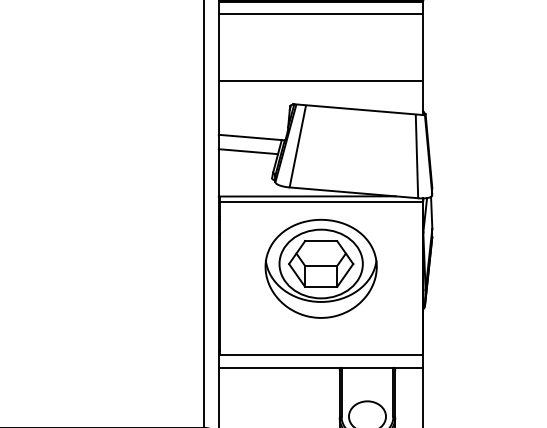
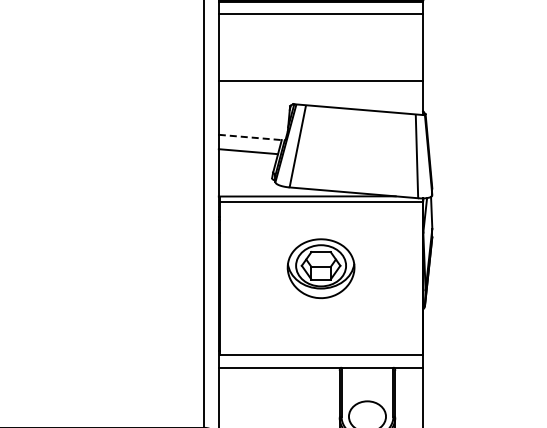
line at (252, 137): solid -> dashed
part at (320, 268) size: 114x101 px -> 70x62 px
